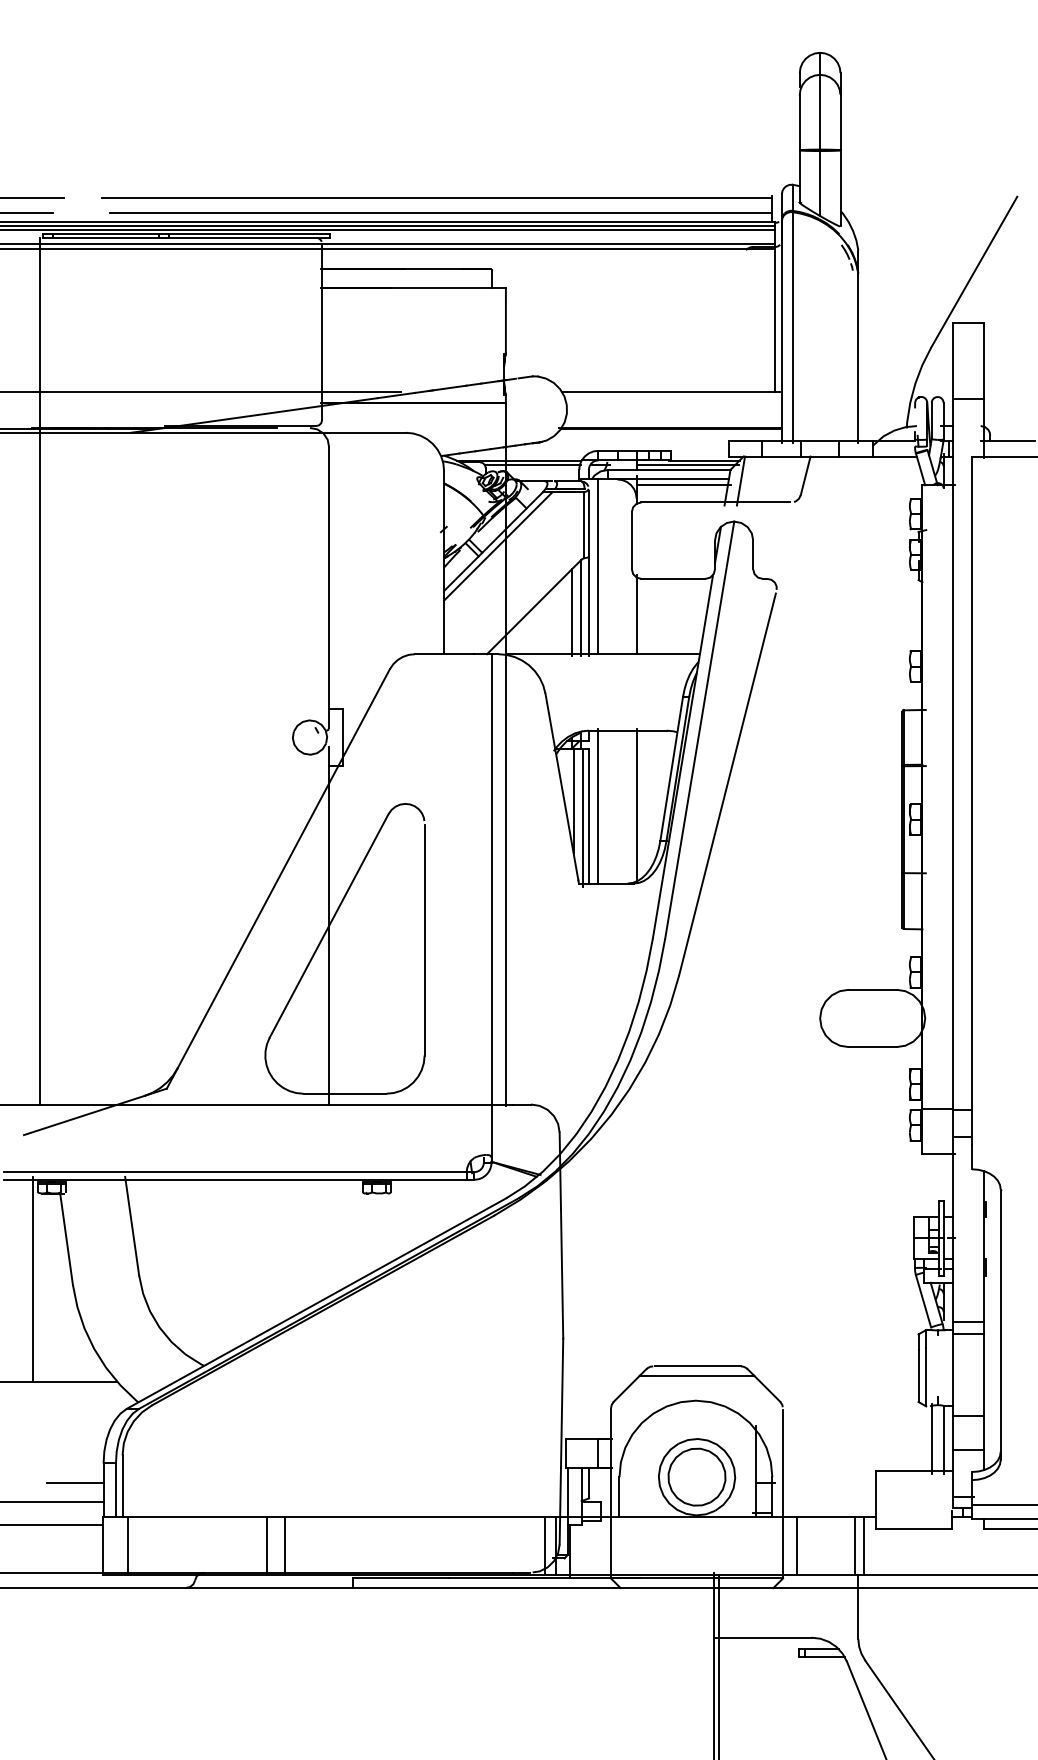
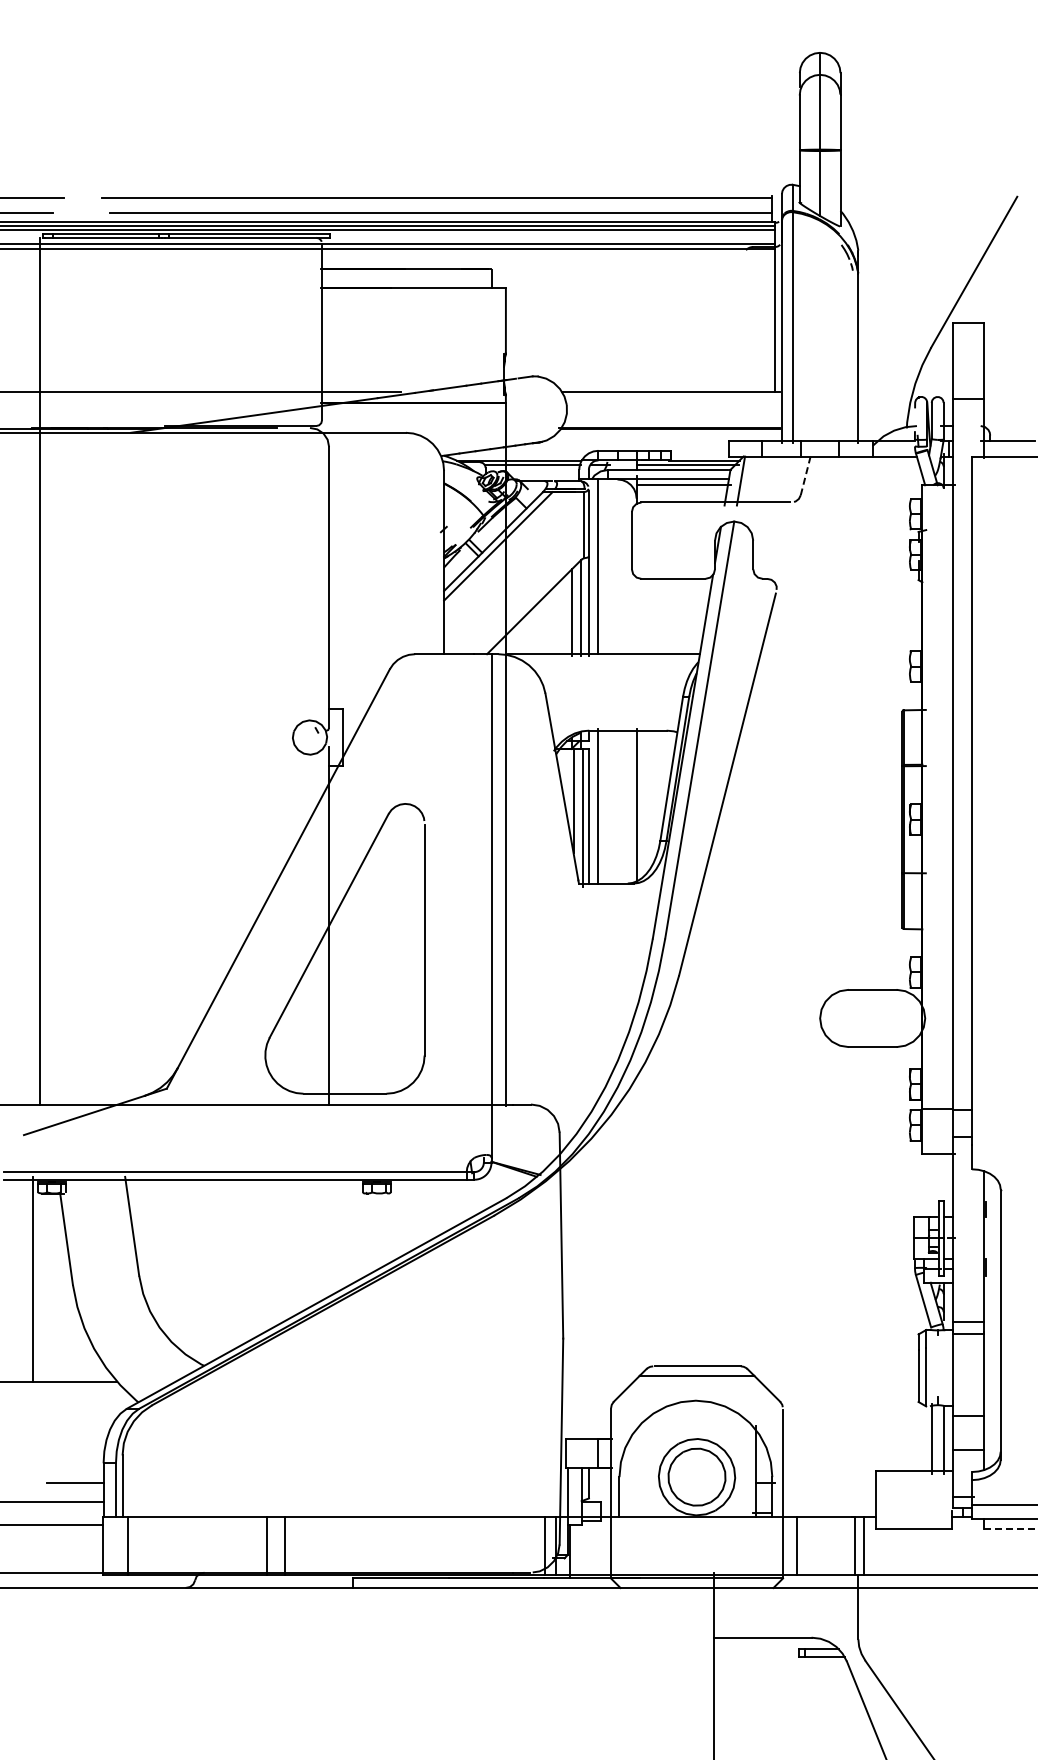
line at (805, 475): solid -> dashed
line at (636, 614): present -> none
line at (1010, 1528): solid -> dashed
line at (718, 1665): present -> none
